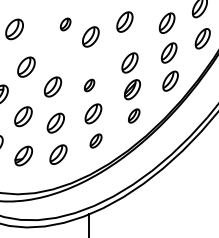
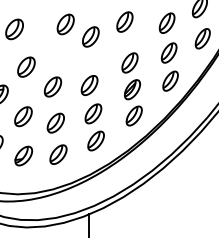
part at (65, 24) size: 13x15 px -> 19x23 px
part at (89, 85) size: 13x15 px -> 19x21 px
part at (134, 115) size: 13x16 px -> 18x22 px
part at (95, 140) size: 14x16 px -> 18x22 px
